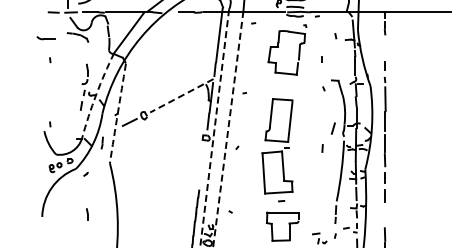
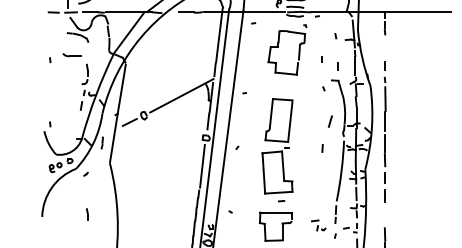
part at (45, 38) position: (45, 38) -> (71, 55)
line at (337, 66): none -> present
arc at (96, 94): dashed -> solid
line at (181, 95): dashed -> solid
arc at (117, 113): dashed -> solid
line at (214, 128): dashed -> solid
line at (333, 128) position: (333, 128) -> (330, 121)
line at (228, 129): dashed -> solid
line at (202, 166): none -> present
part at (288, 224) position: (288, 224) -> (281, 224)
part at (319, 238) position: (319, 238) -> (318, 225)
